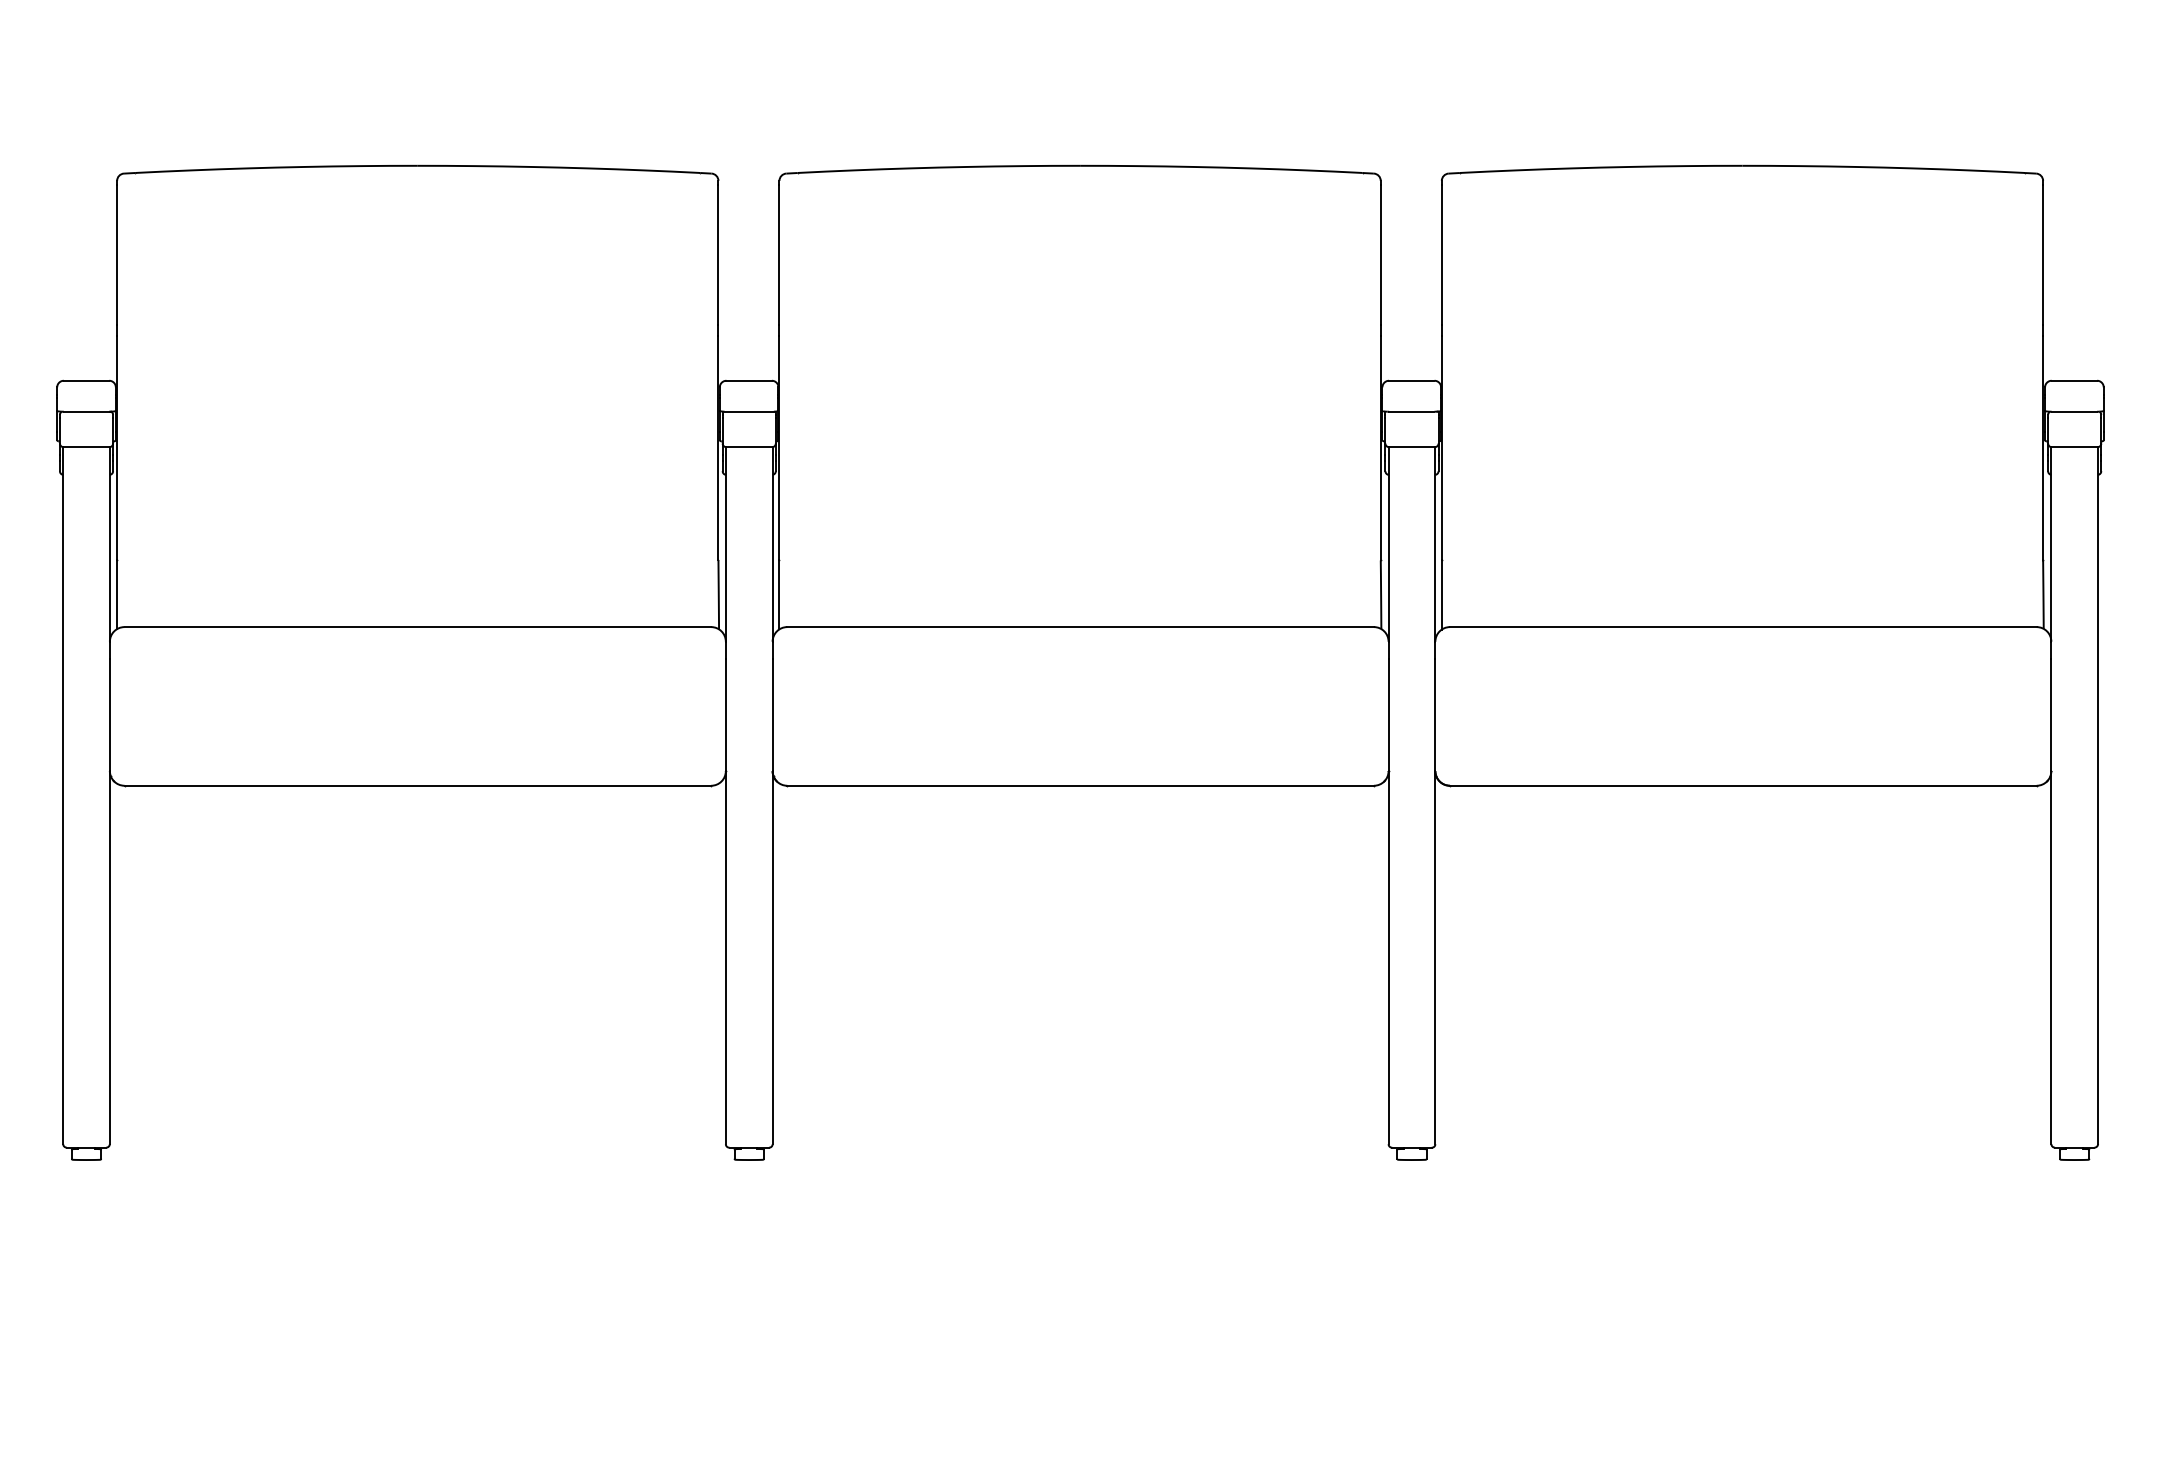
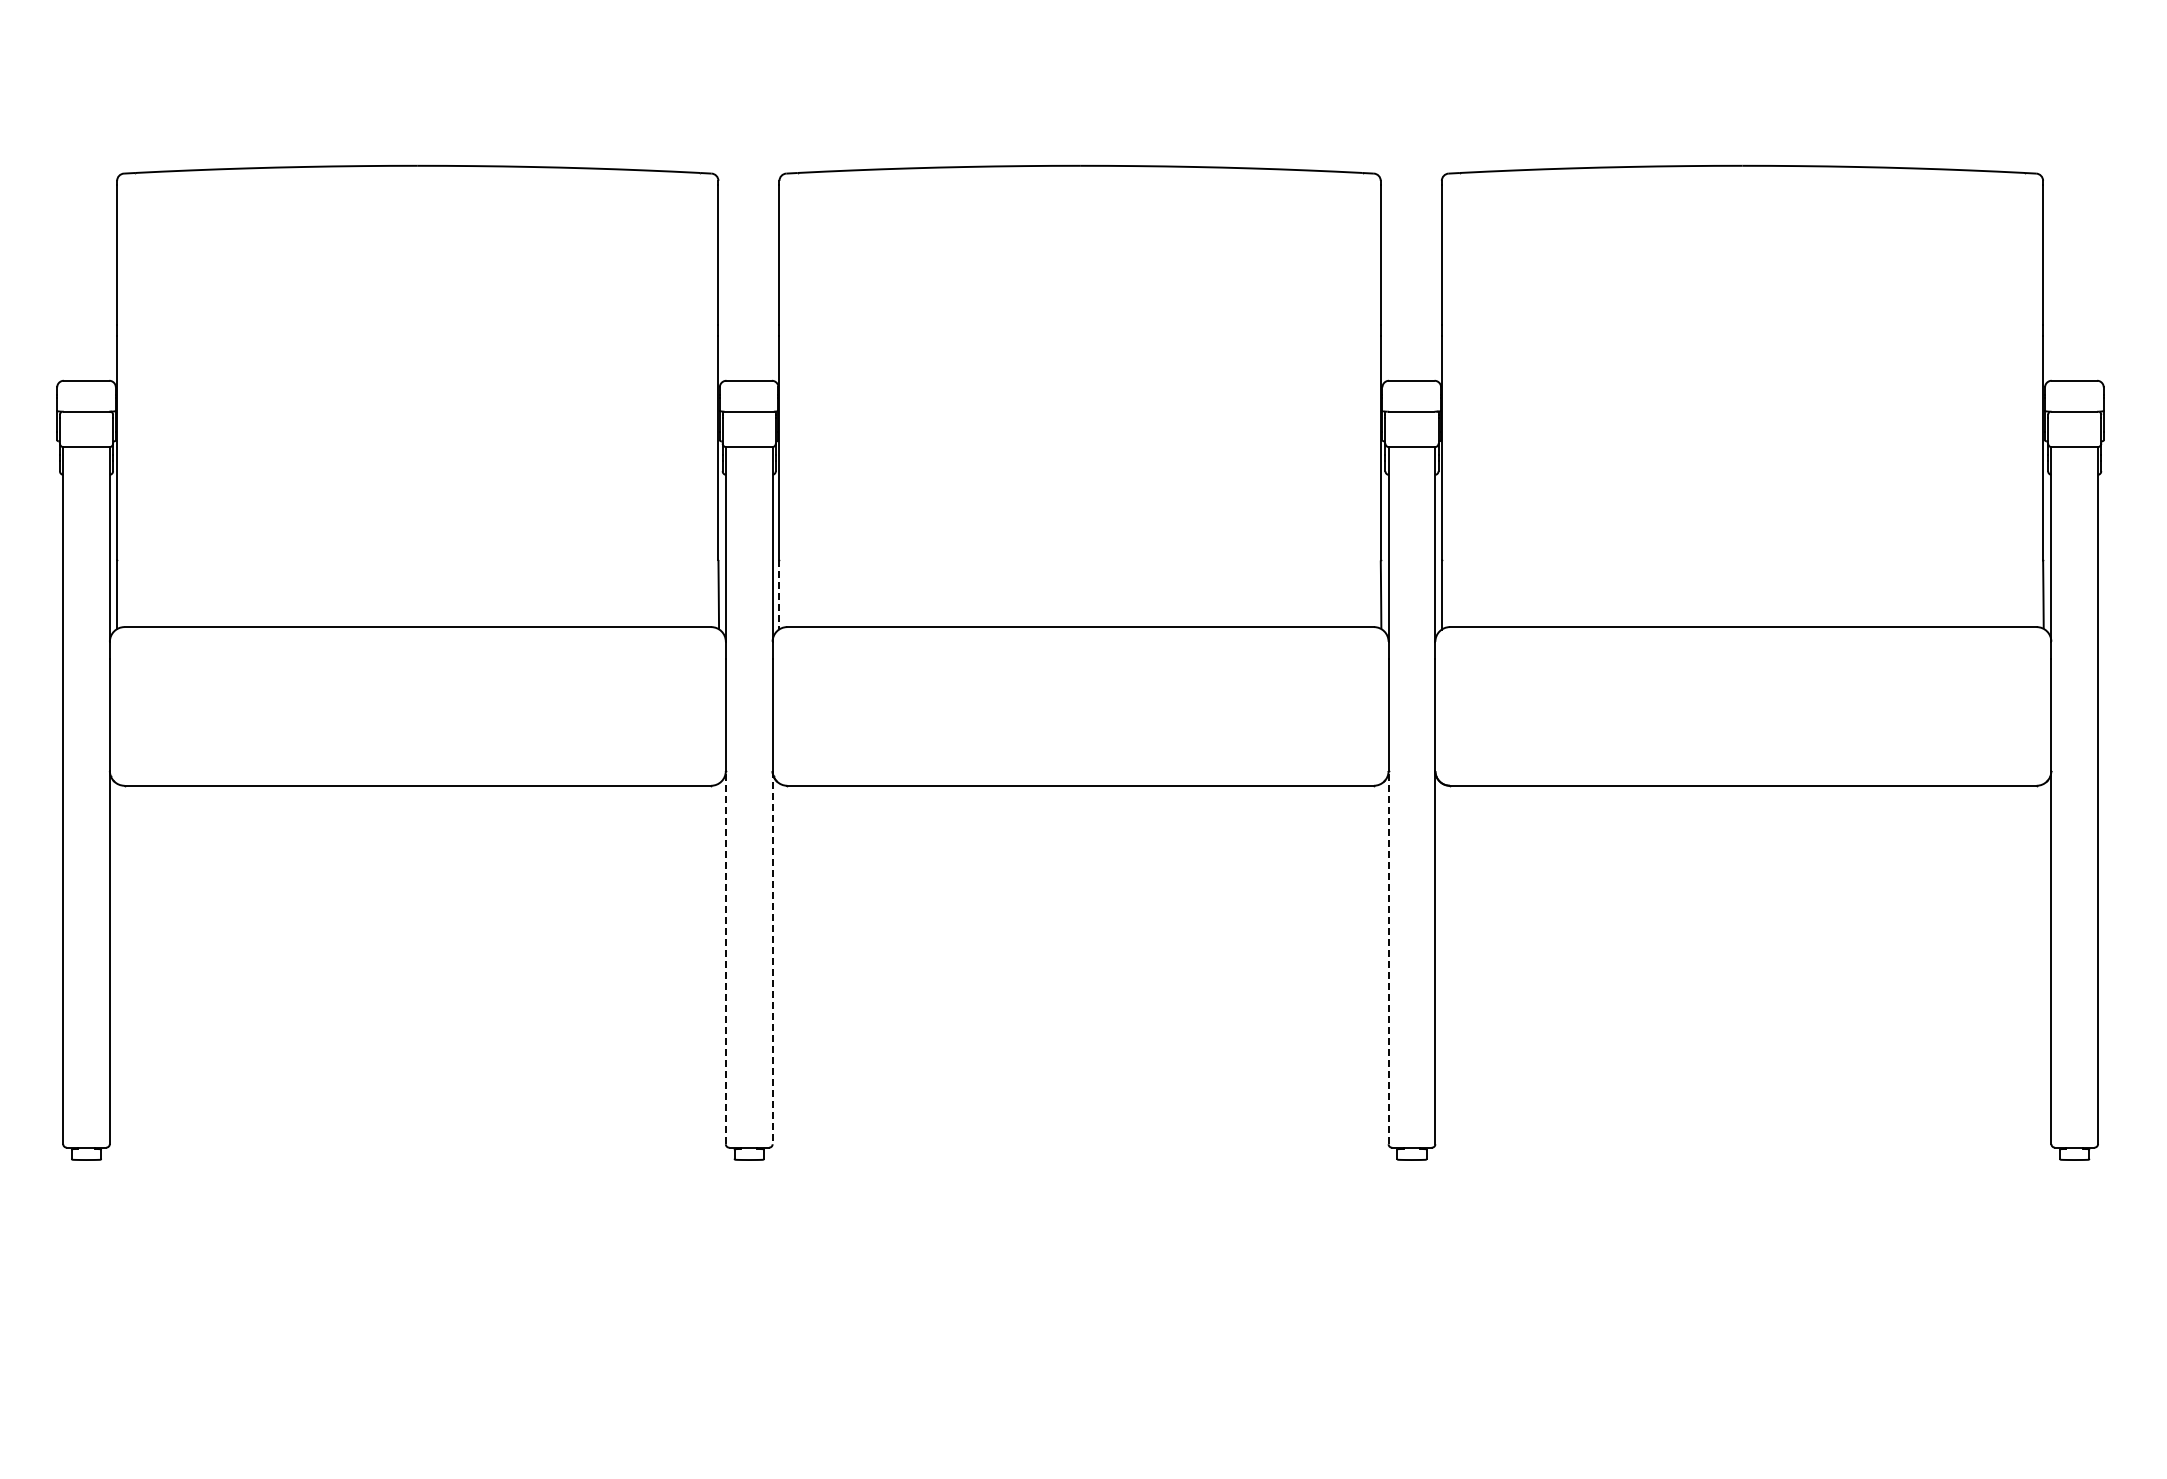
line at (779, 595): solid -> dashed
line at (725, 957): solid -> dashed
line at (772, 957): solid -> dashed
line at (1388, 957): solid -> dashed
